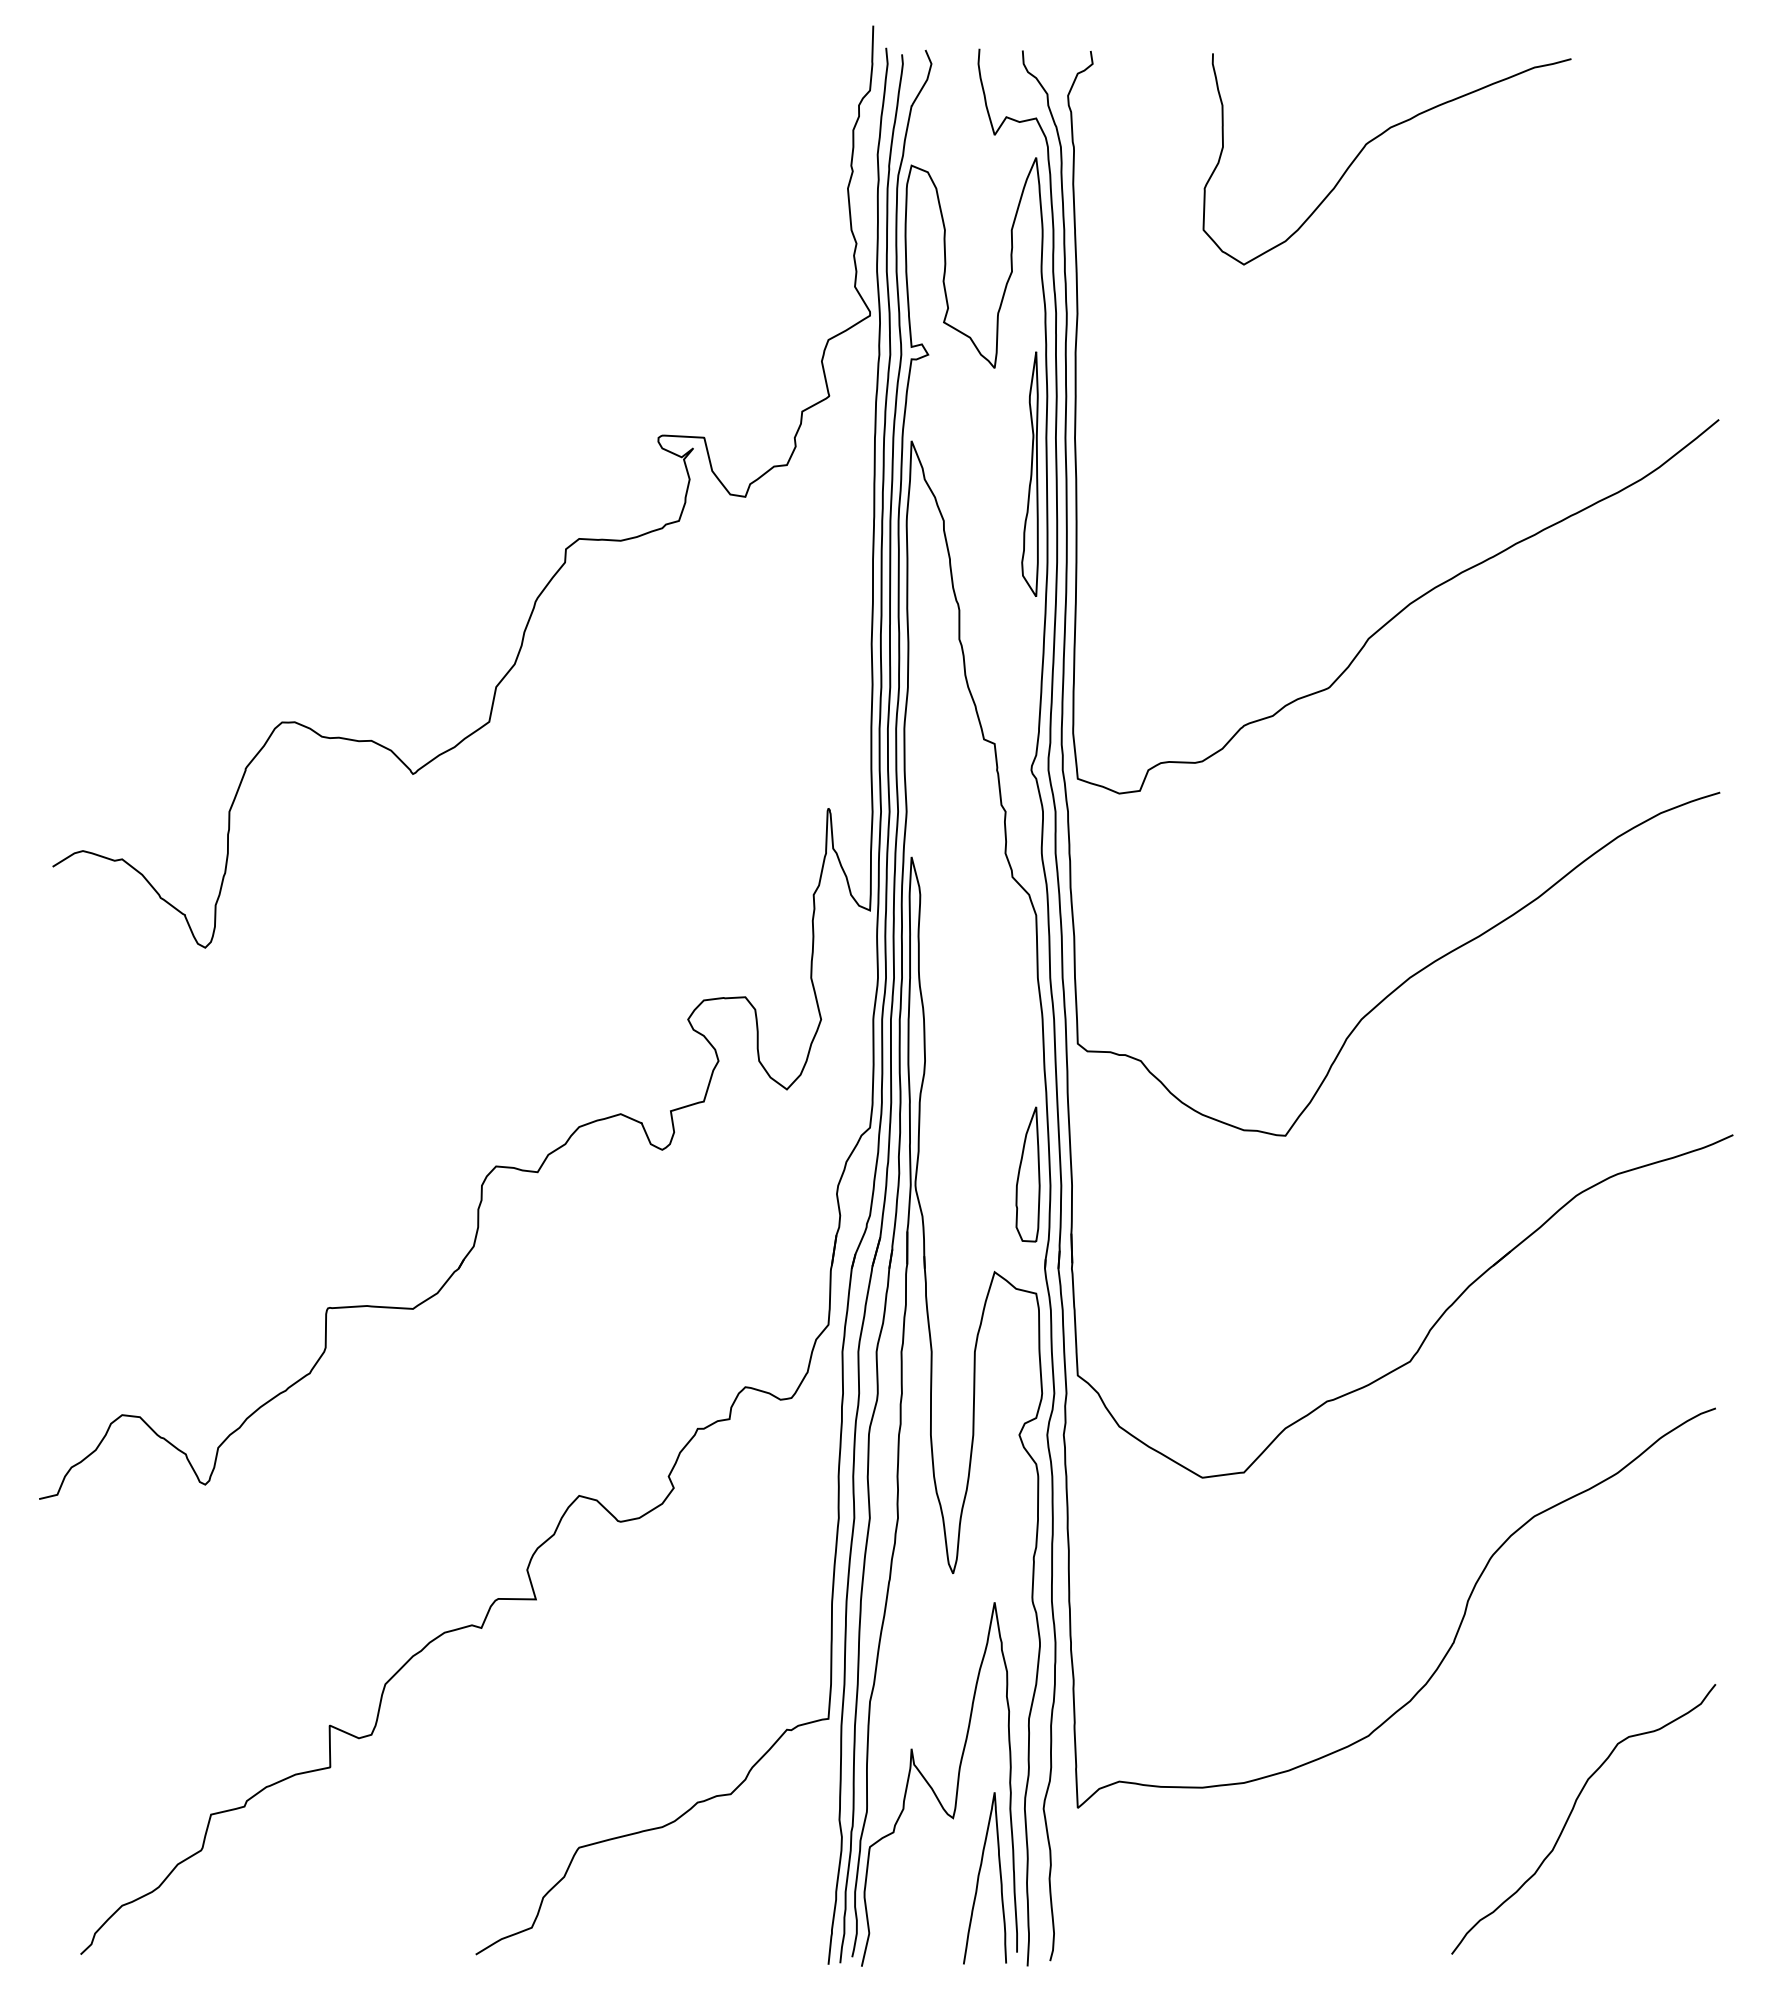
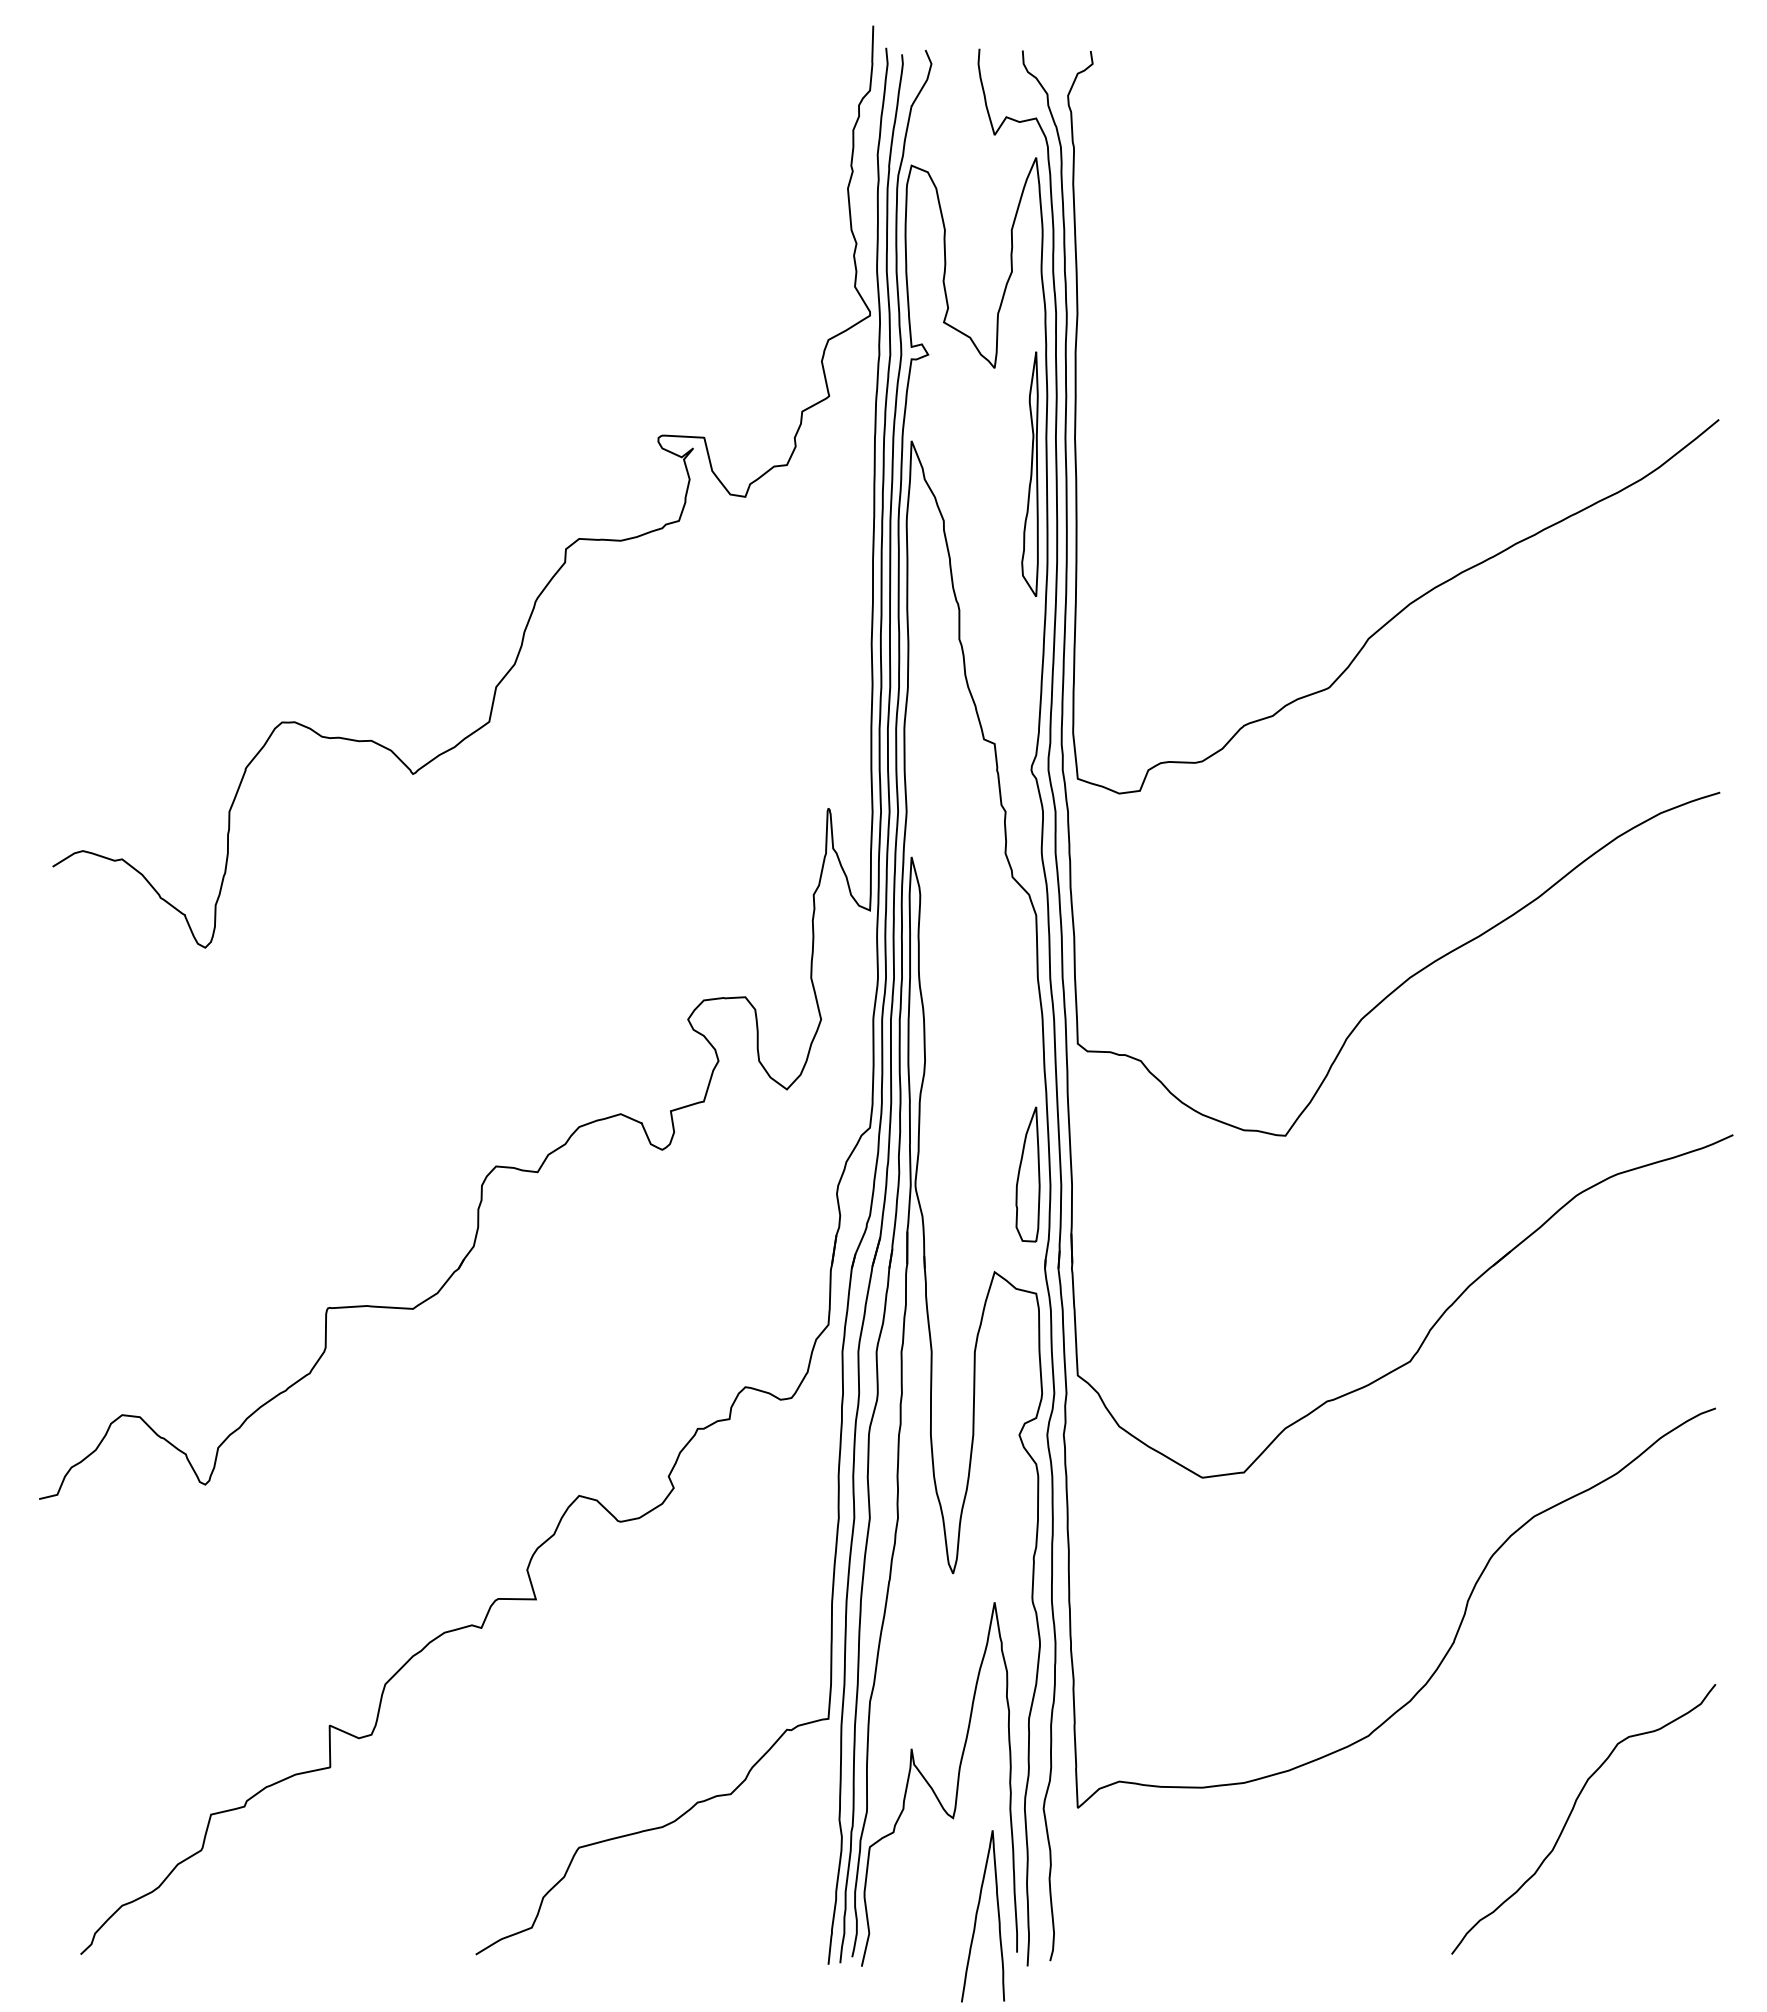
curve at (1372, 141): present -> none
curve at (979, 1878) position: (979, 1878) -> (977, 1916)
